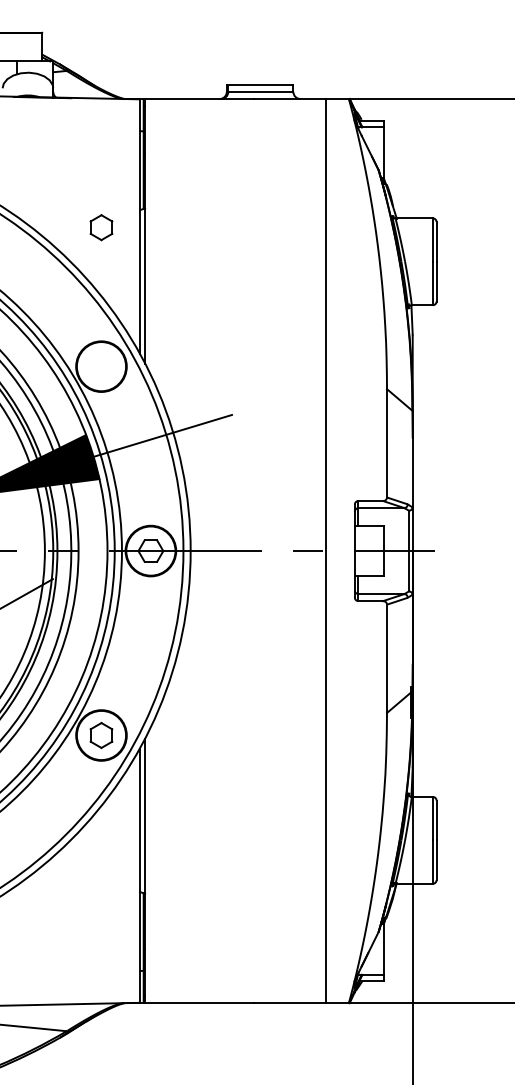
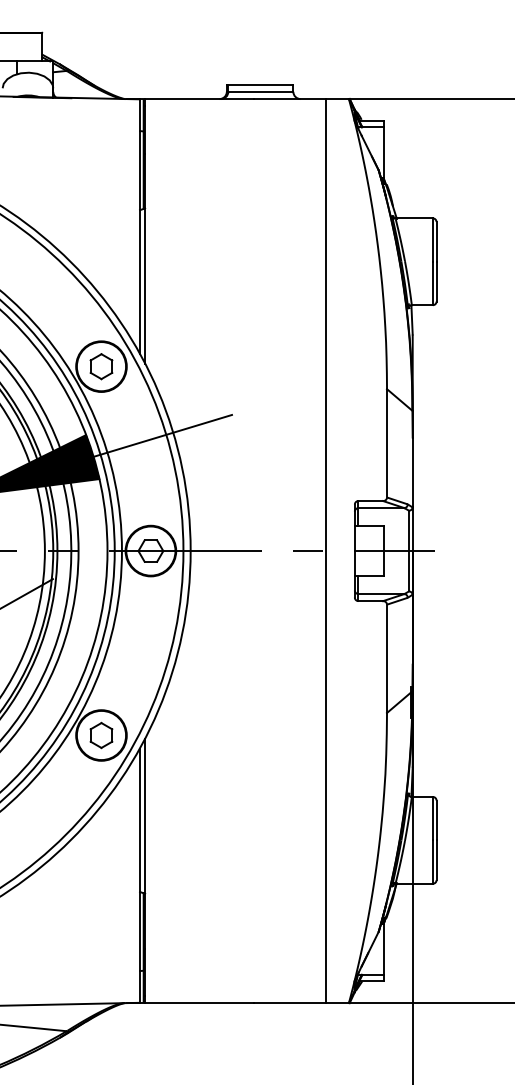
part at (101, 227) position: (101, 227) -> (101, 366)
